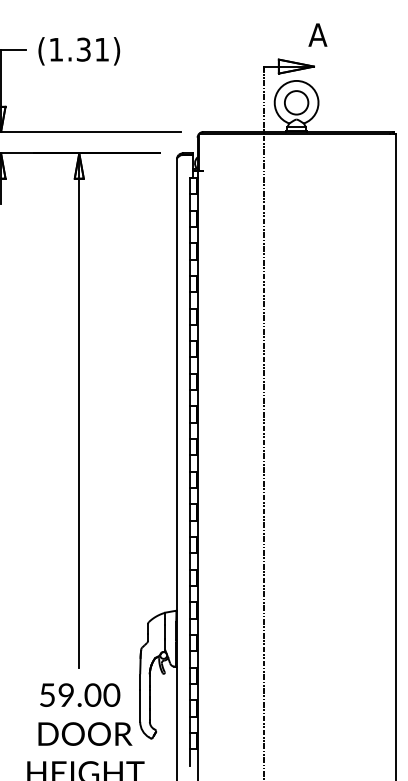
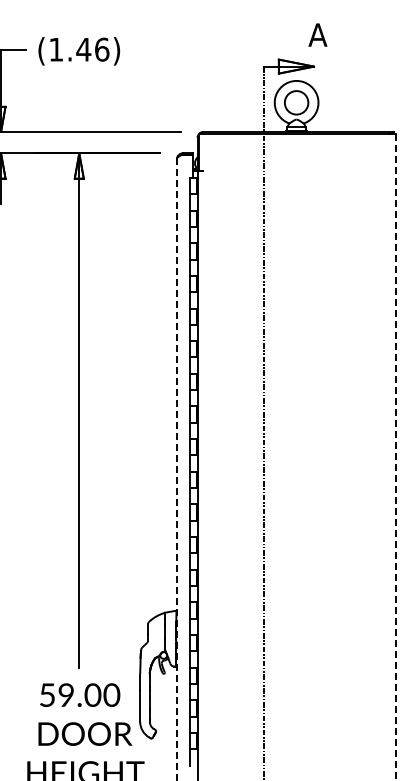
text at (92, 49): (1.31) -> (1.46)
line at (395, 457): solid -> dashed
line at (176, 469): solid -> dashed
